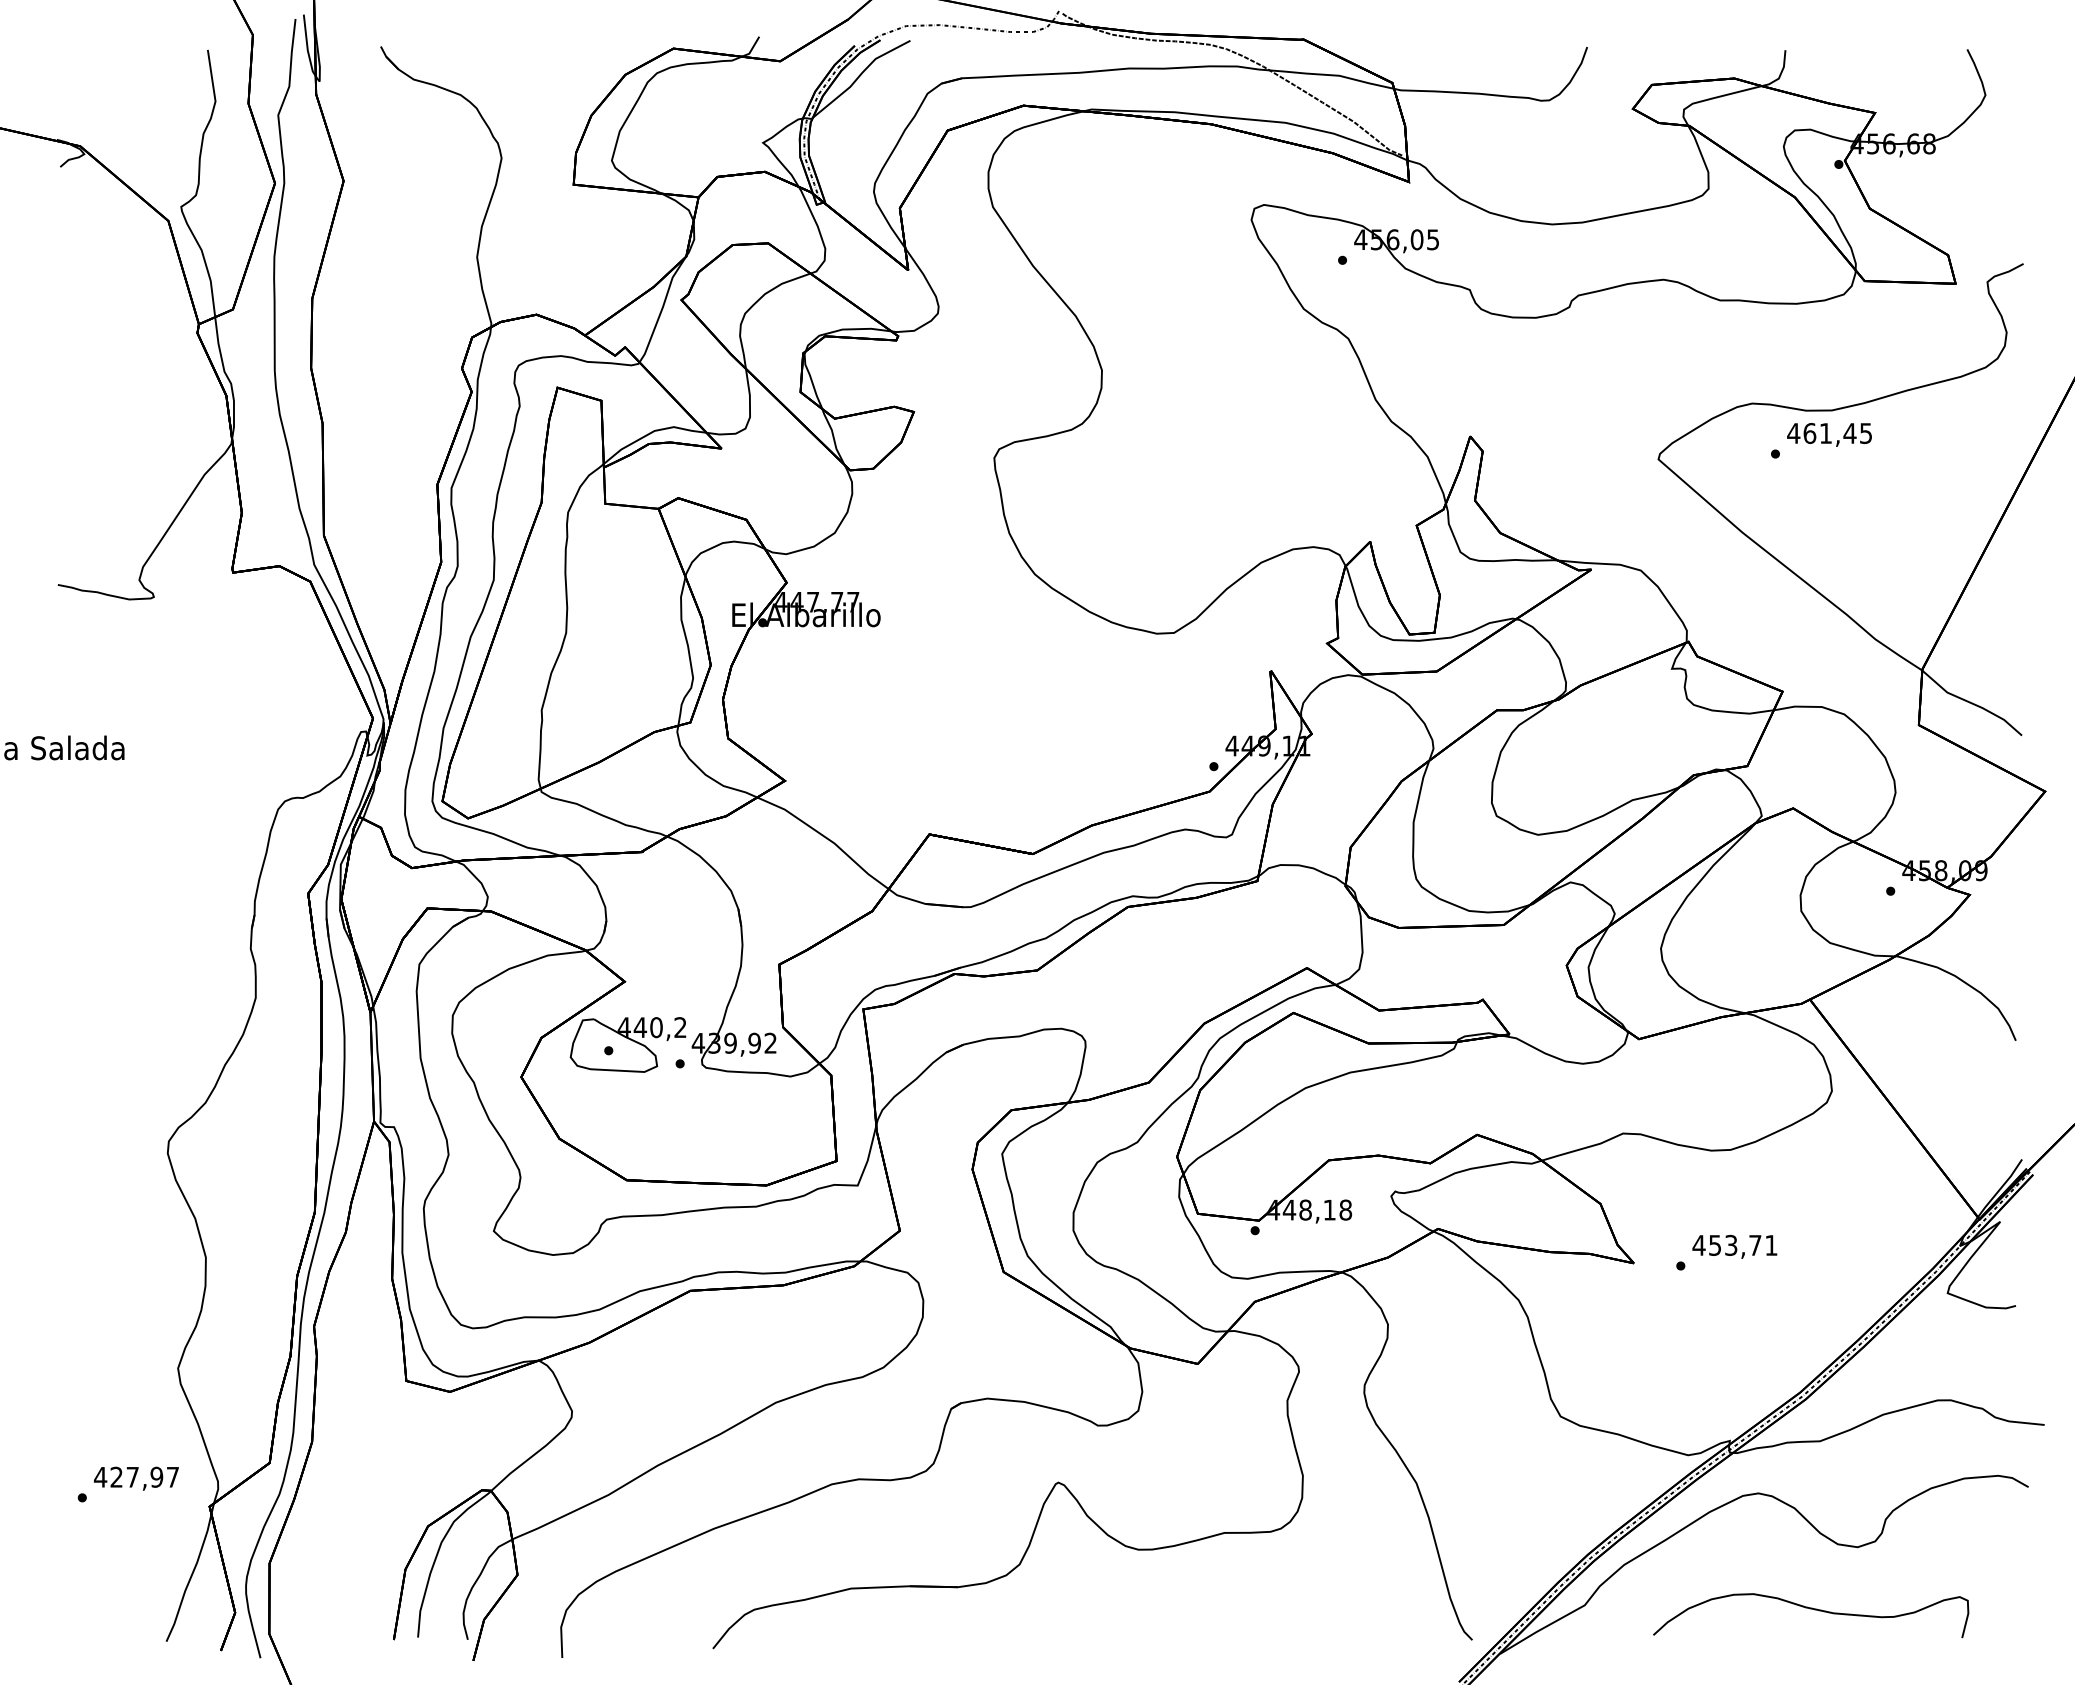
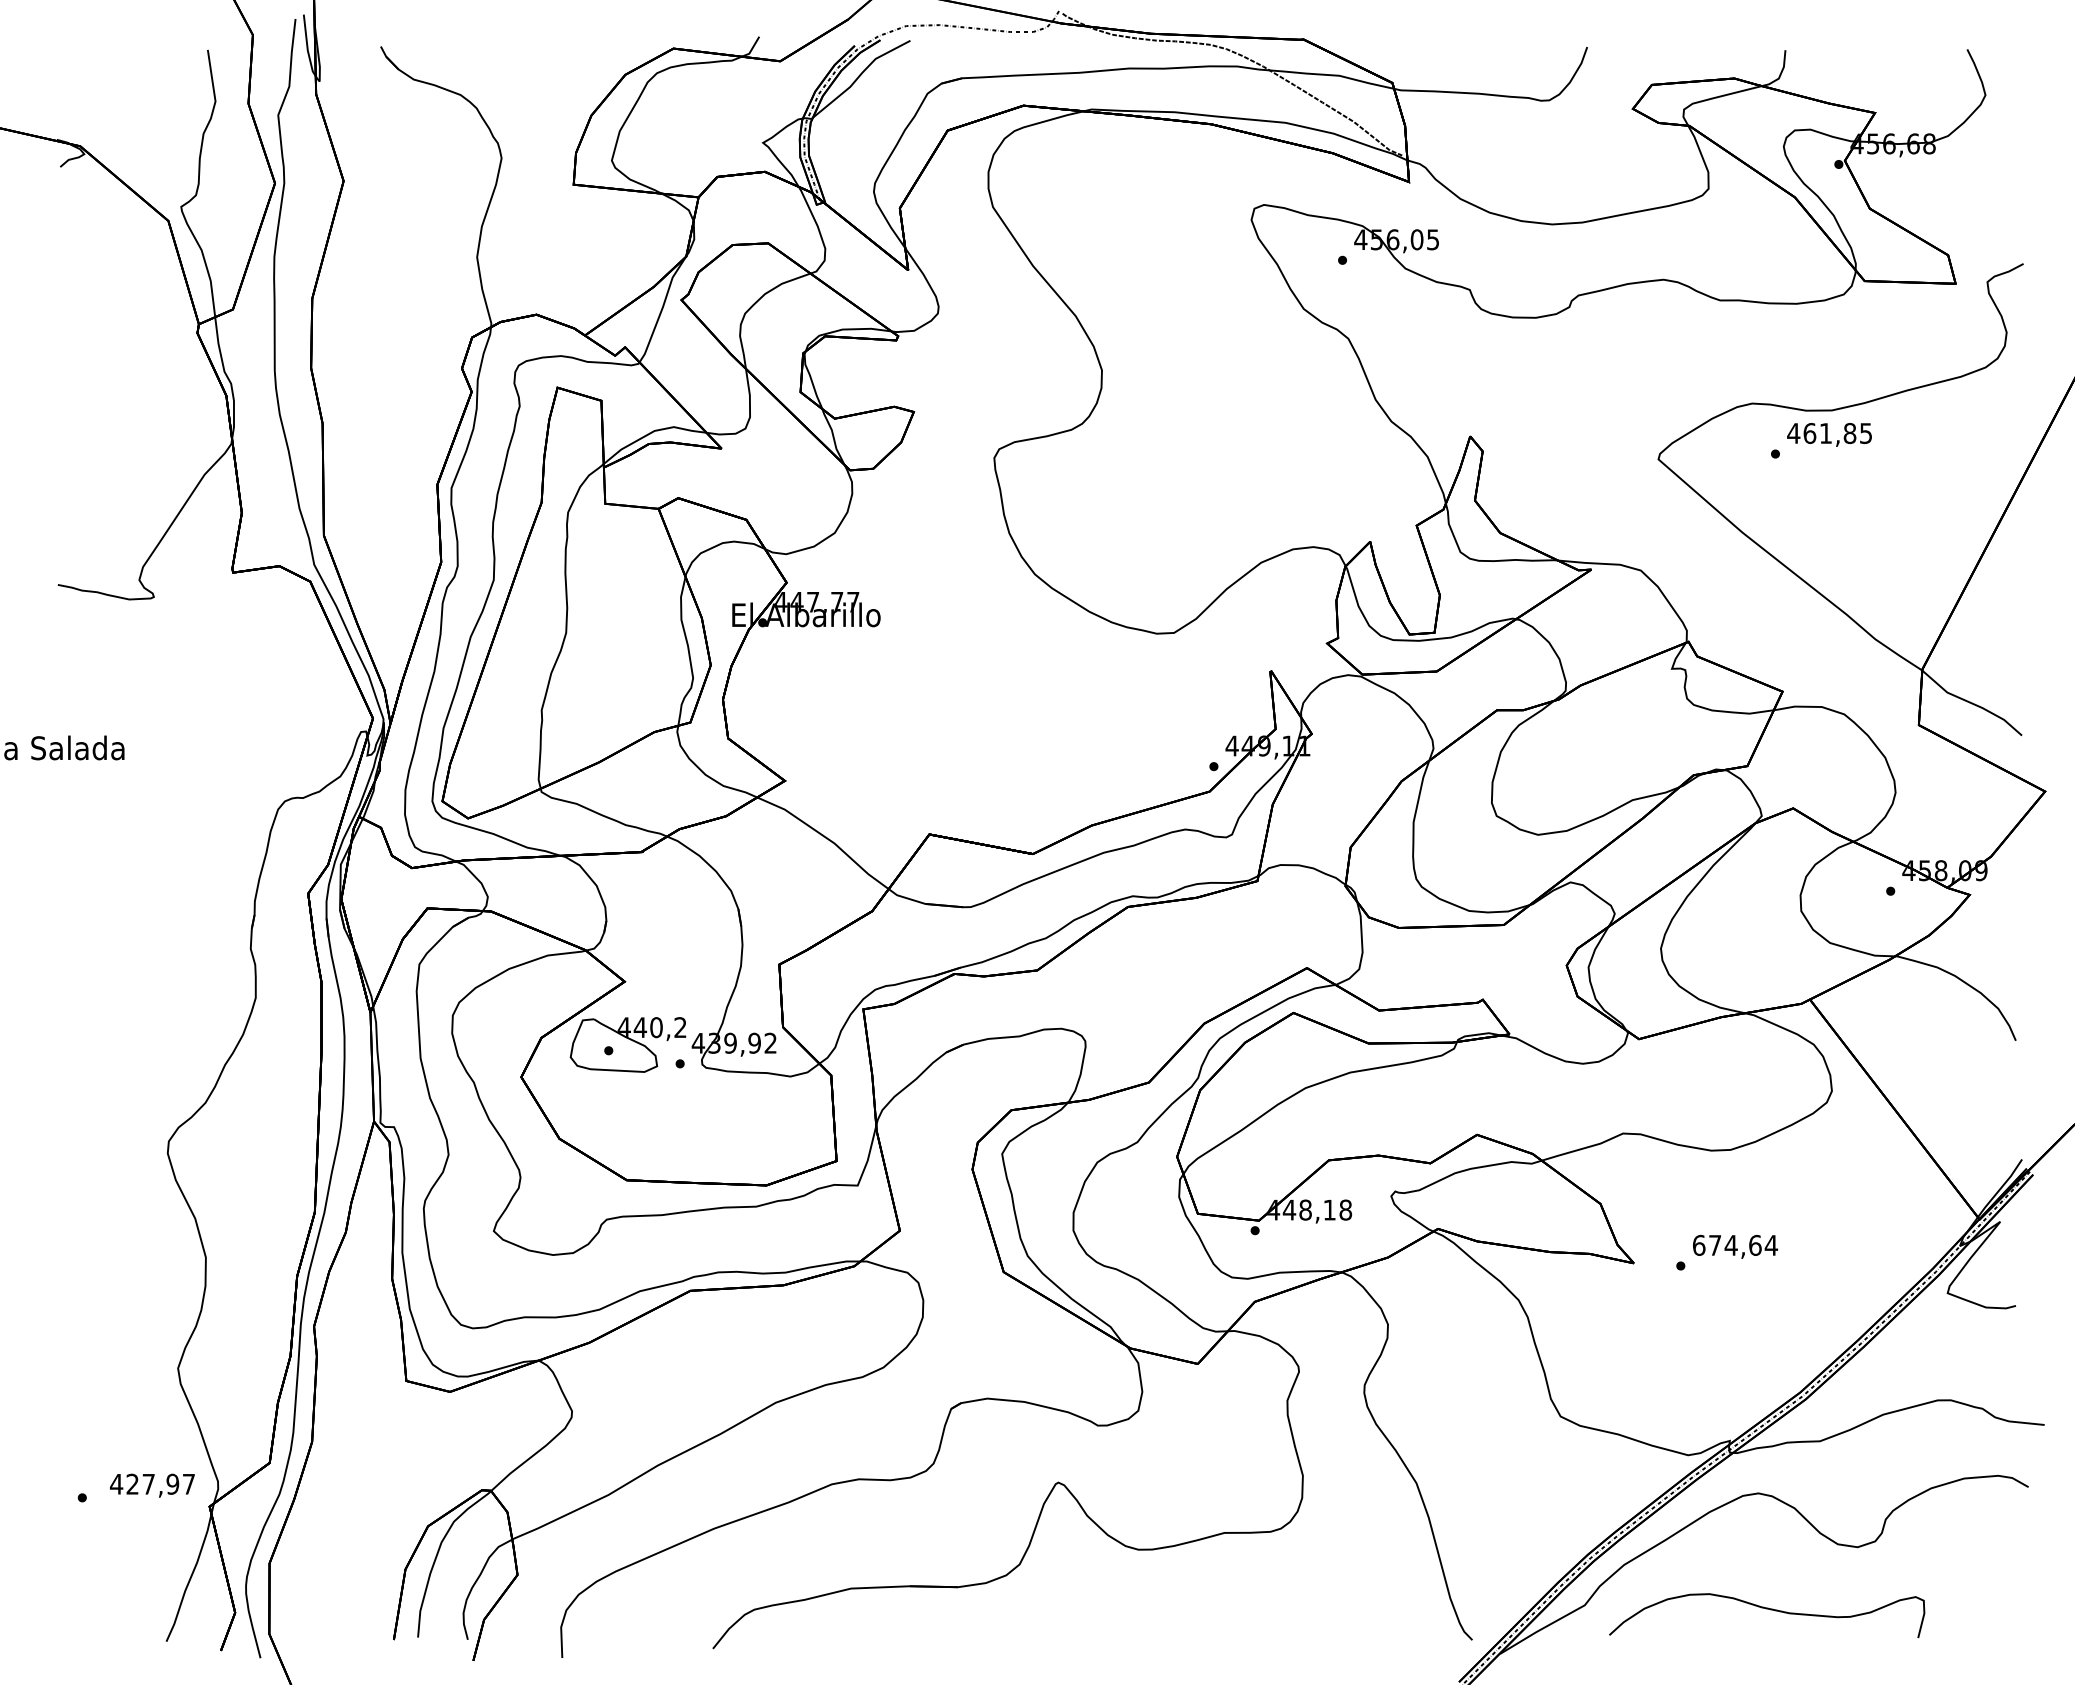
text at (1849, 433): 461,45 -> 461,85
text at (1735, 1244): 453,71 -> 674,64
text at (136, 1478) position: (136, 1478) -> (152, 1485)
curve at (1814, 1610) position: (1814, 1610) -> (1770, 1610)
